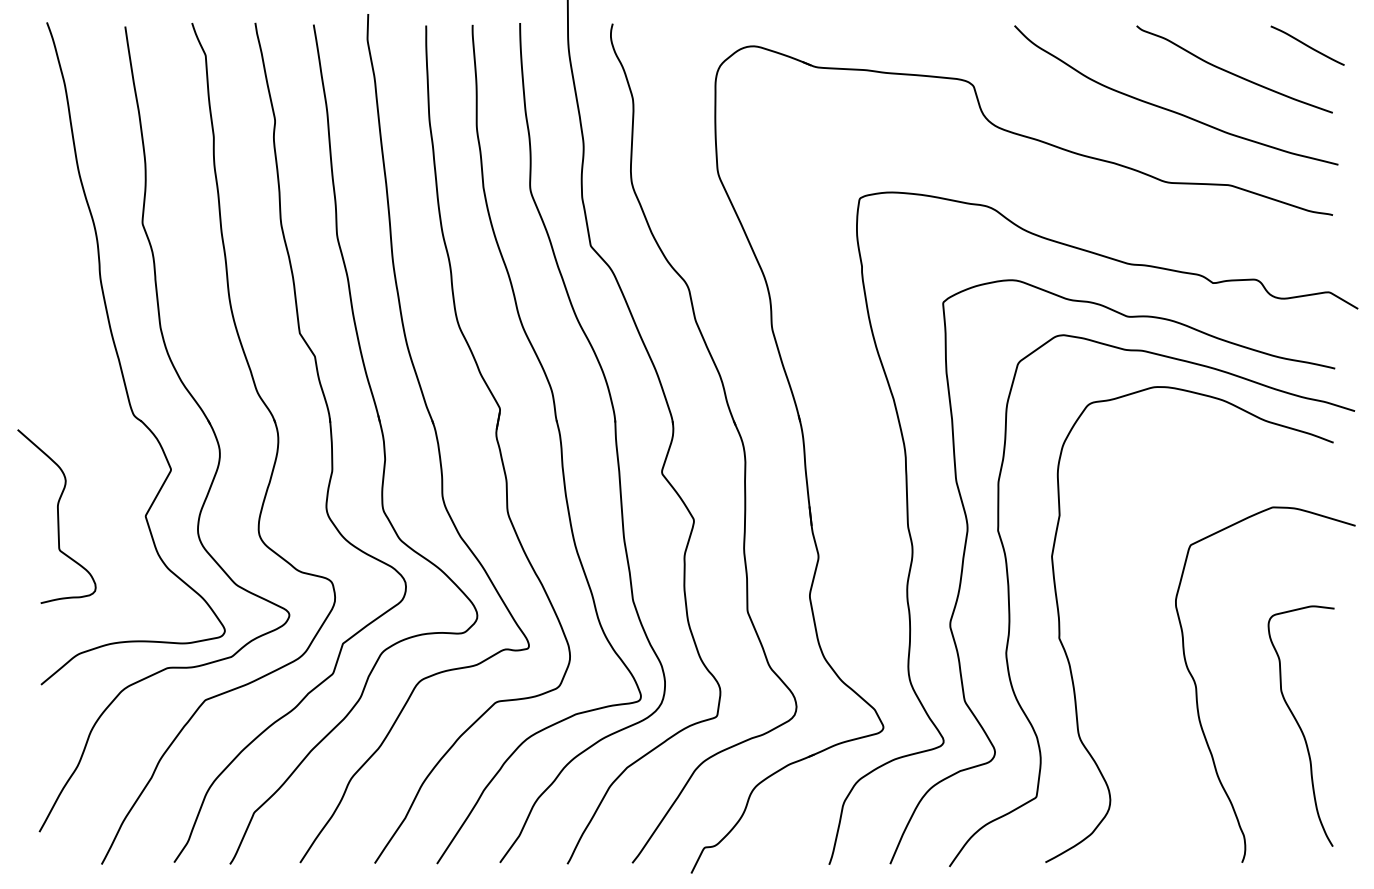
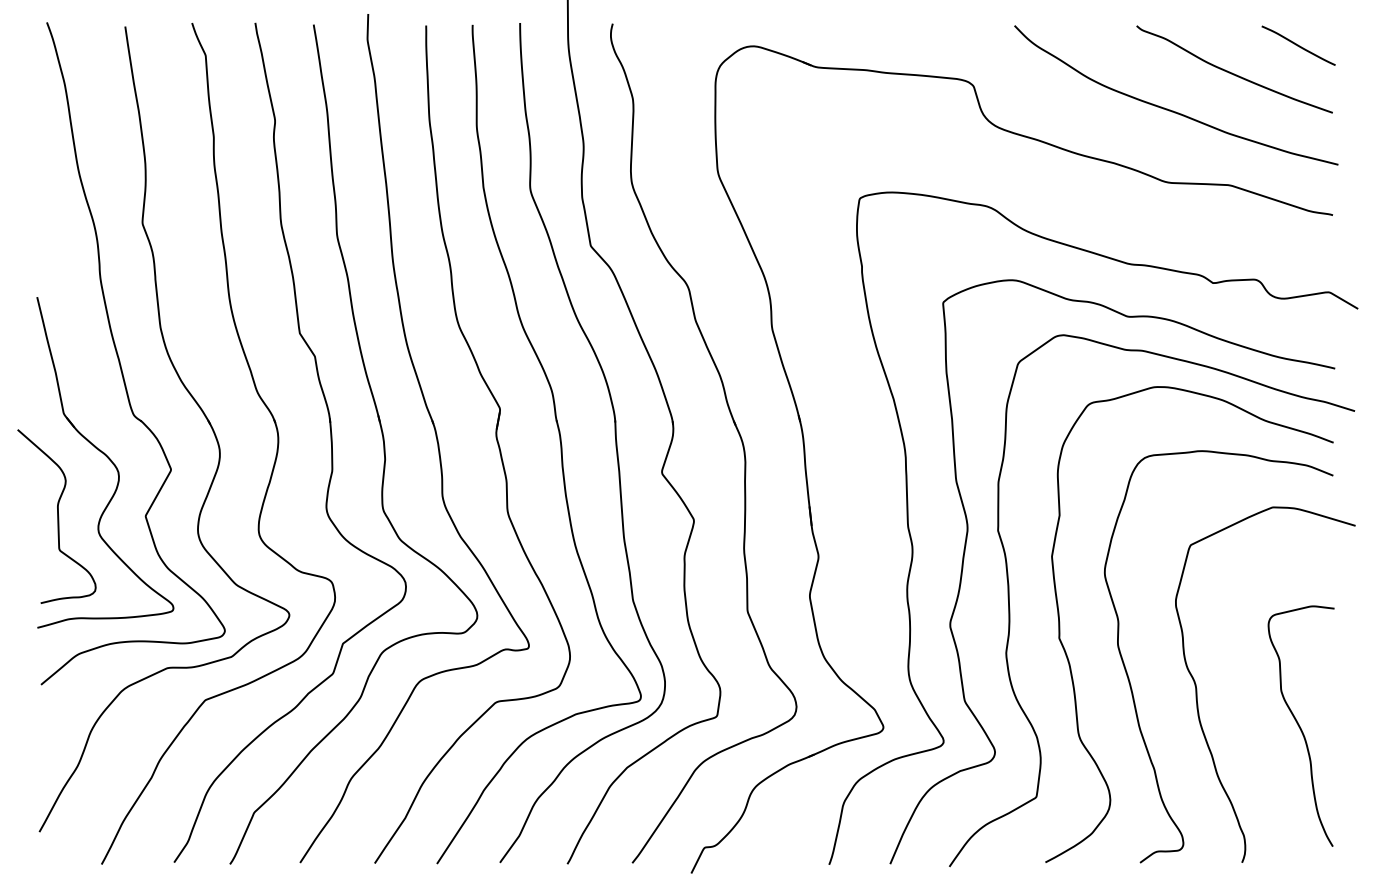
curve at (1307, 45) position: (1307, 45) -> (1298, 45)
part at (105, 462): none -> present
curve at (1129, 677): none -> present
